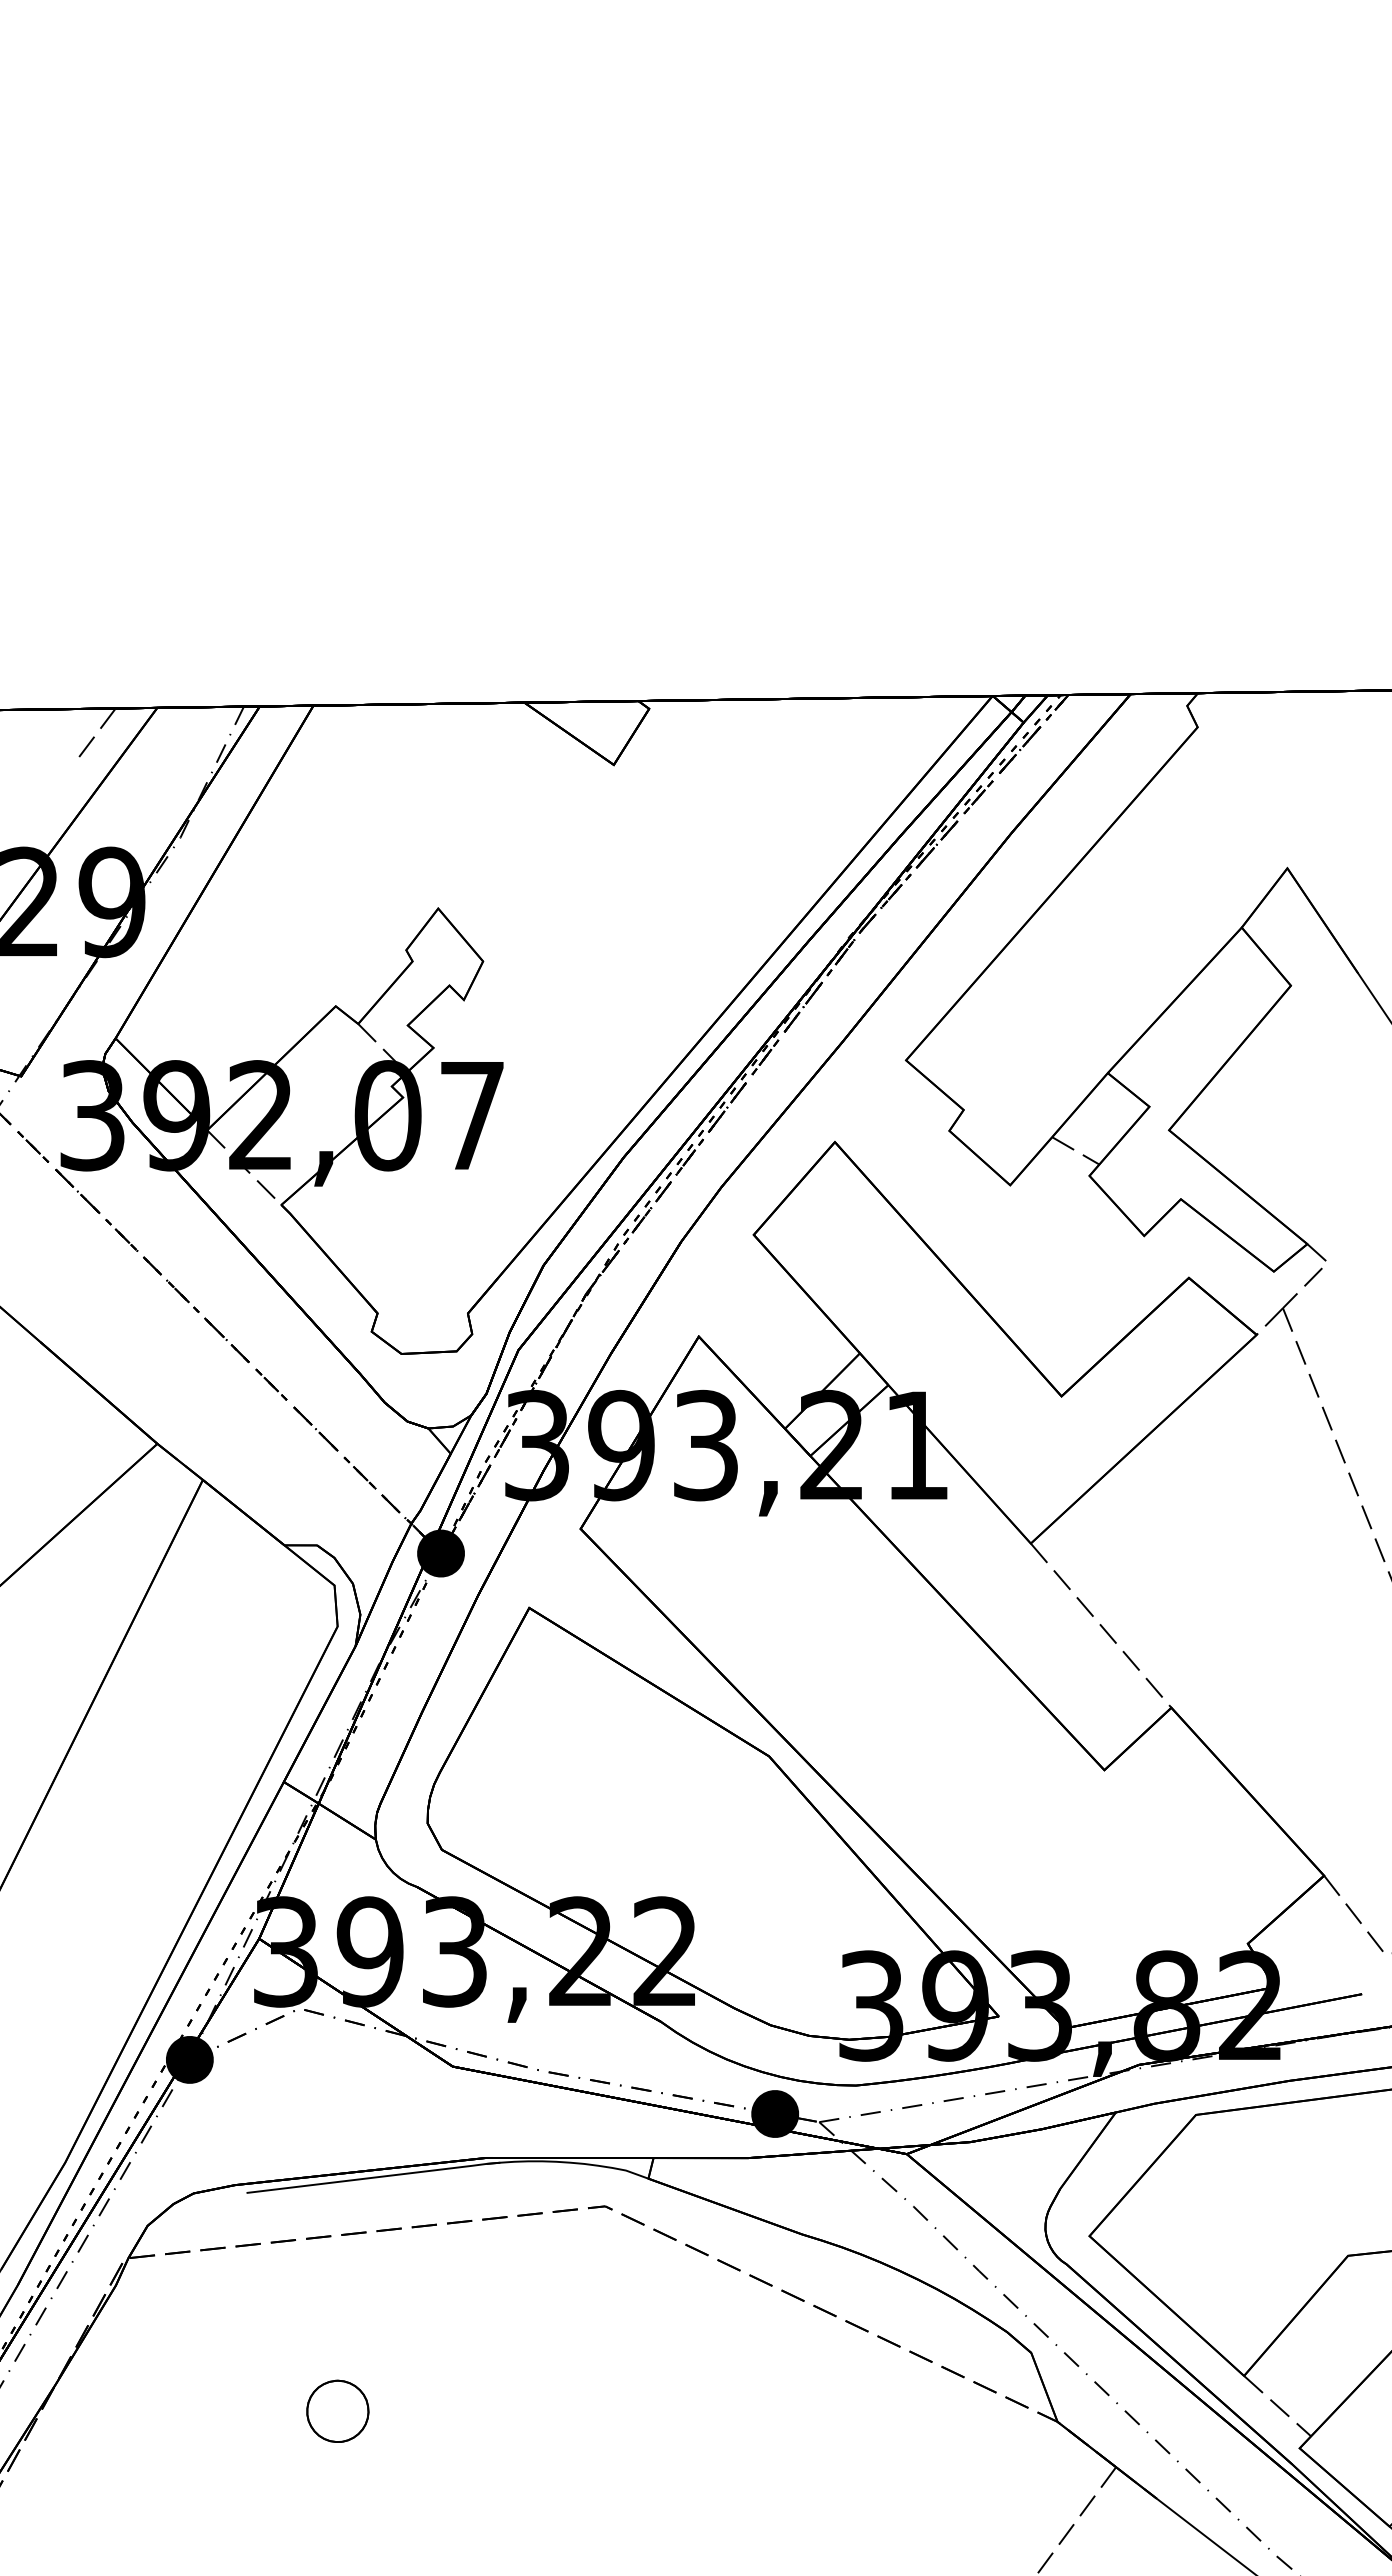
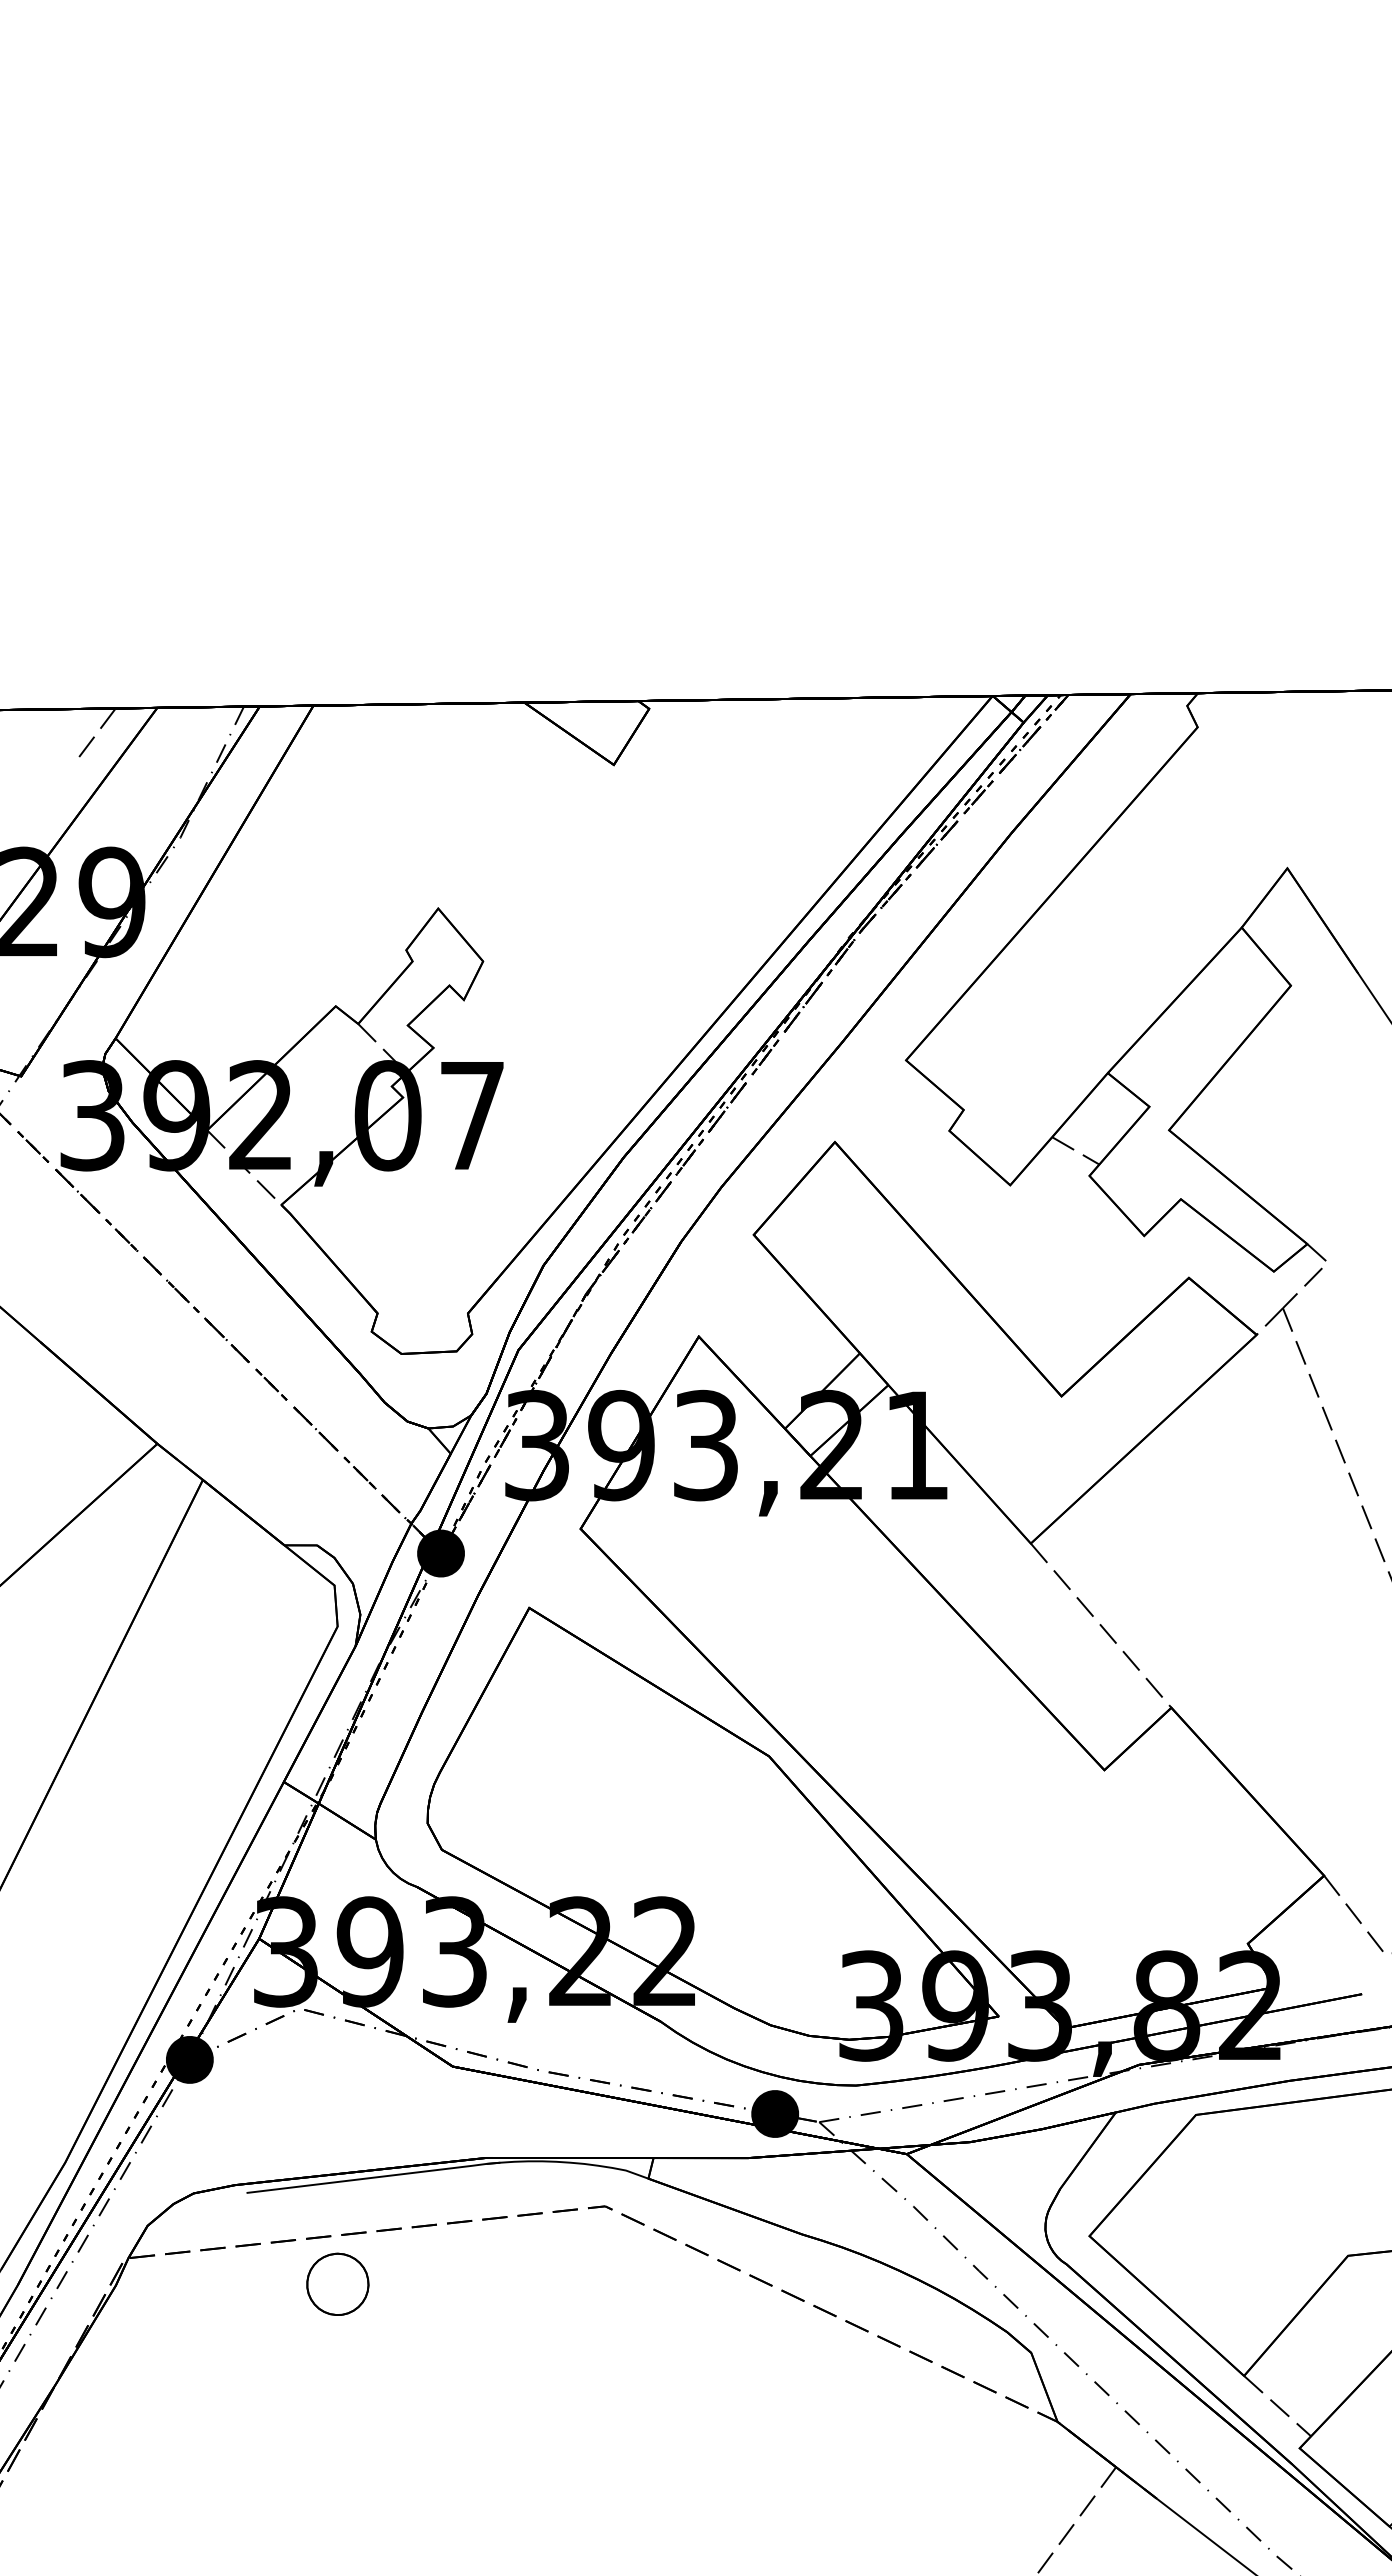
part at (337, 2410) position: (337, 2410) -> (337, 2283)
